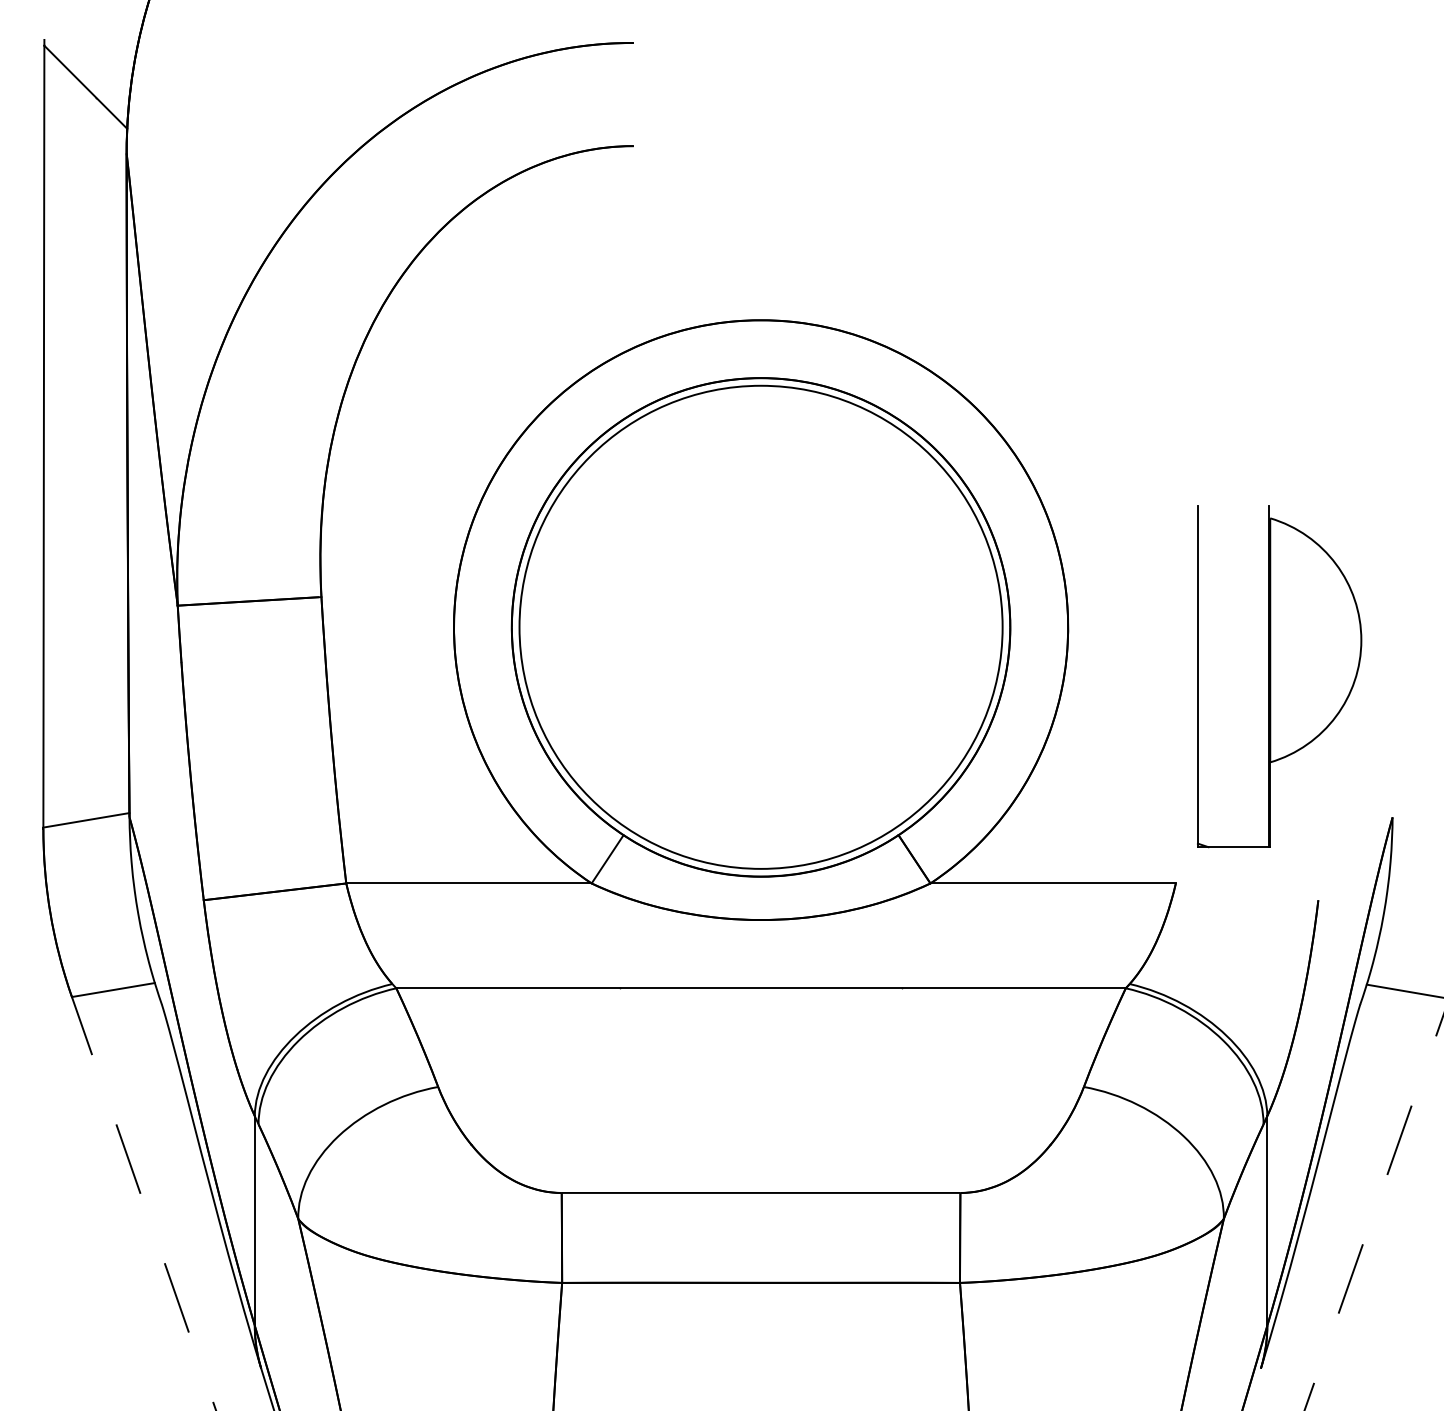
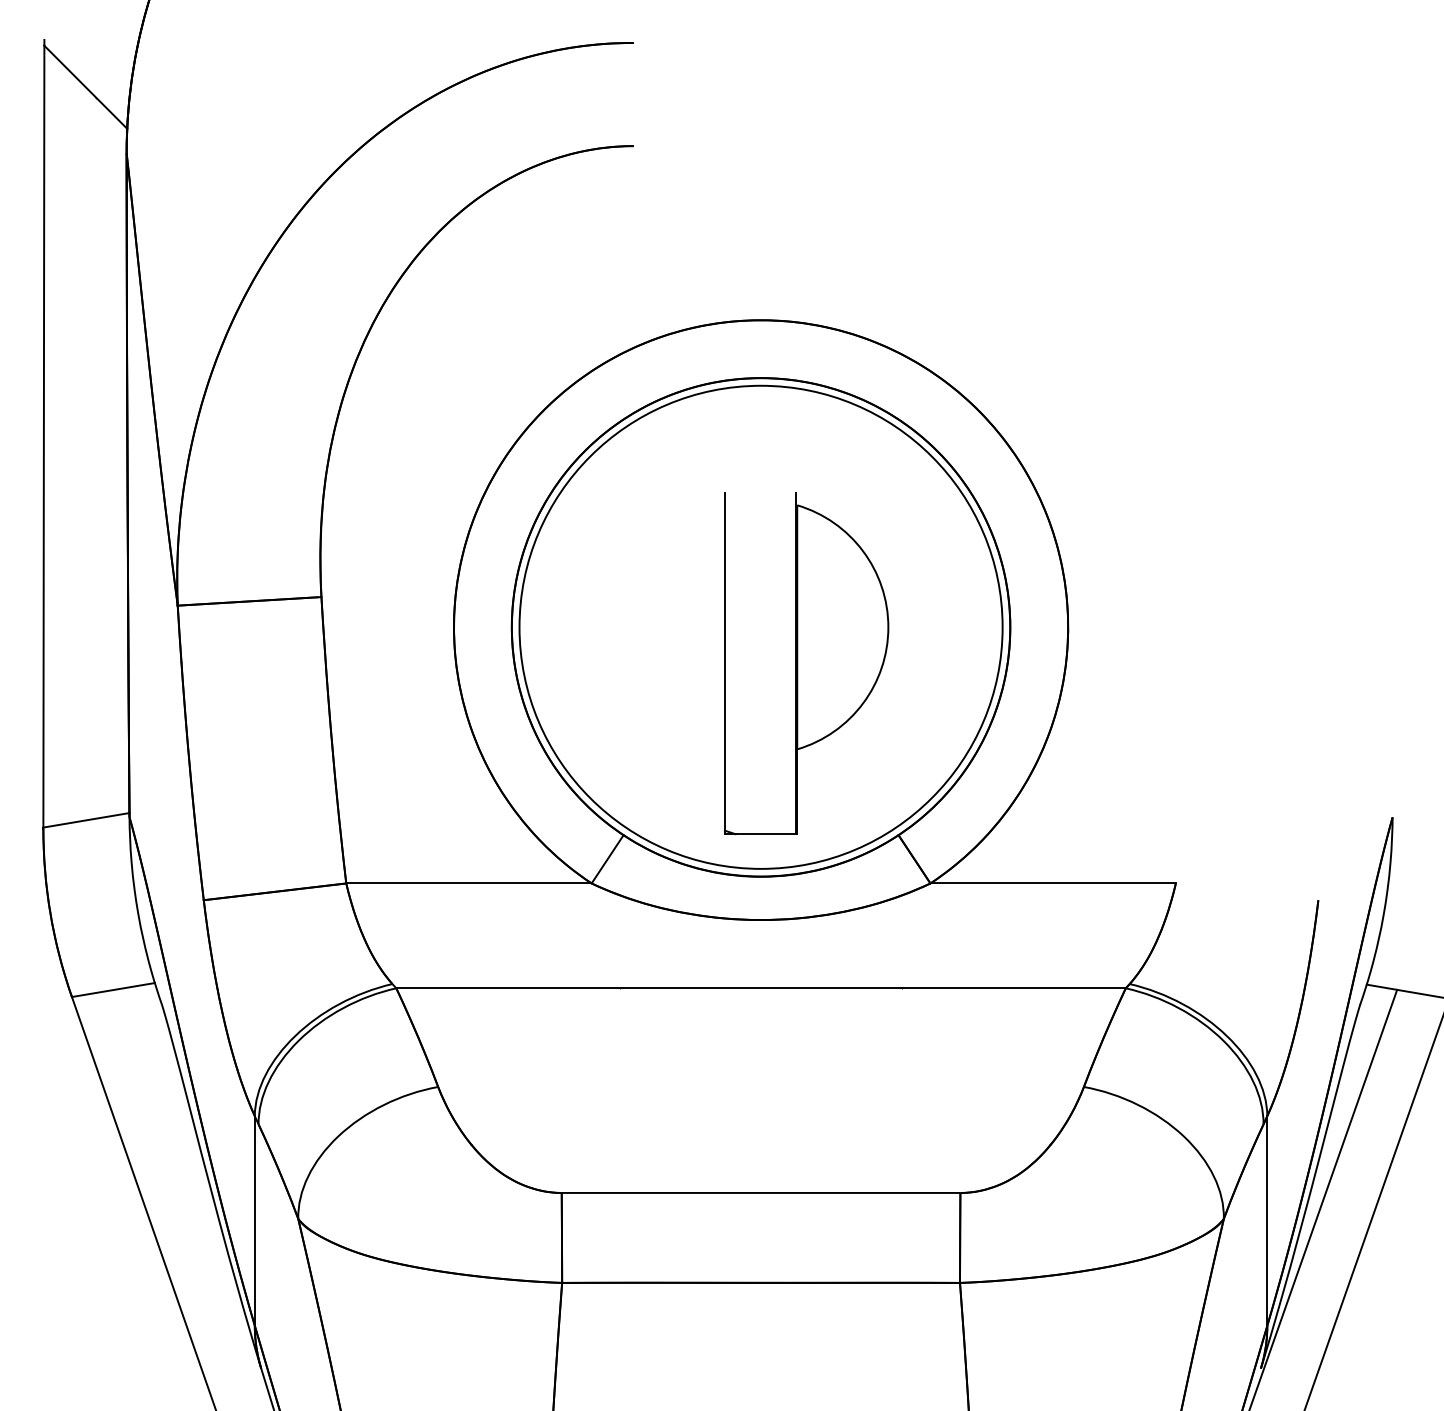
part at (1279, 676) position: (1279, 676) -> (806, 663)
line at (1323, 1198): none -> present
line at (143, 1203): dashed -> solid
line at (1374, 1211): dashed -> solid
